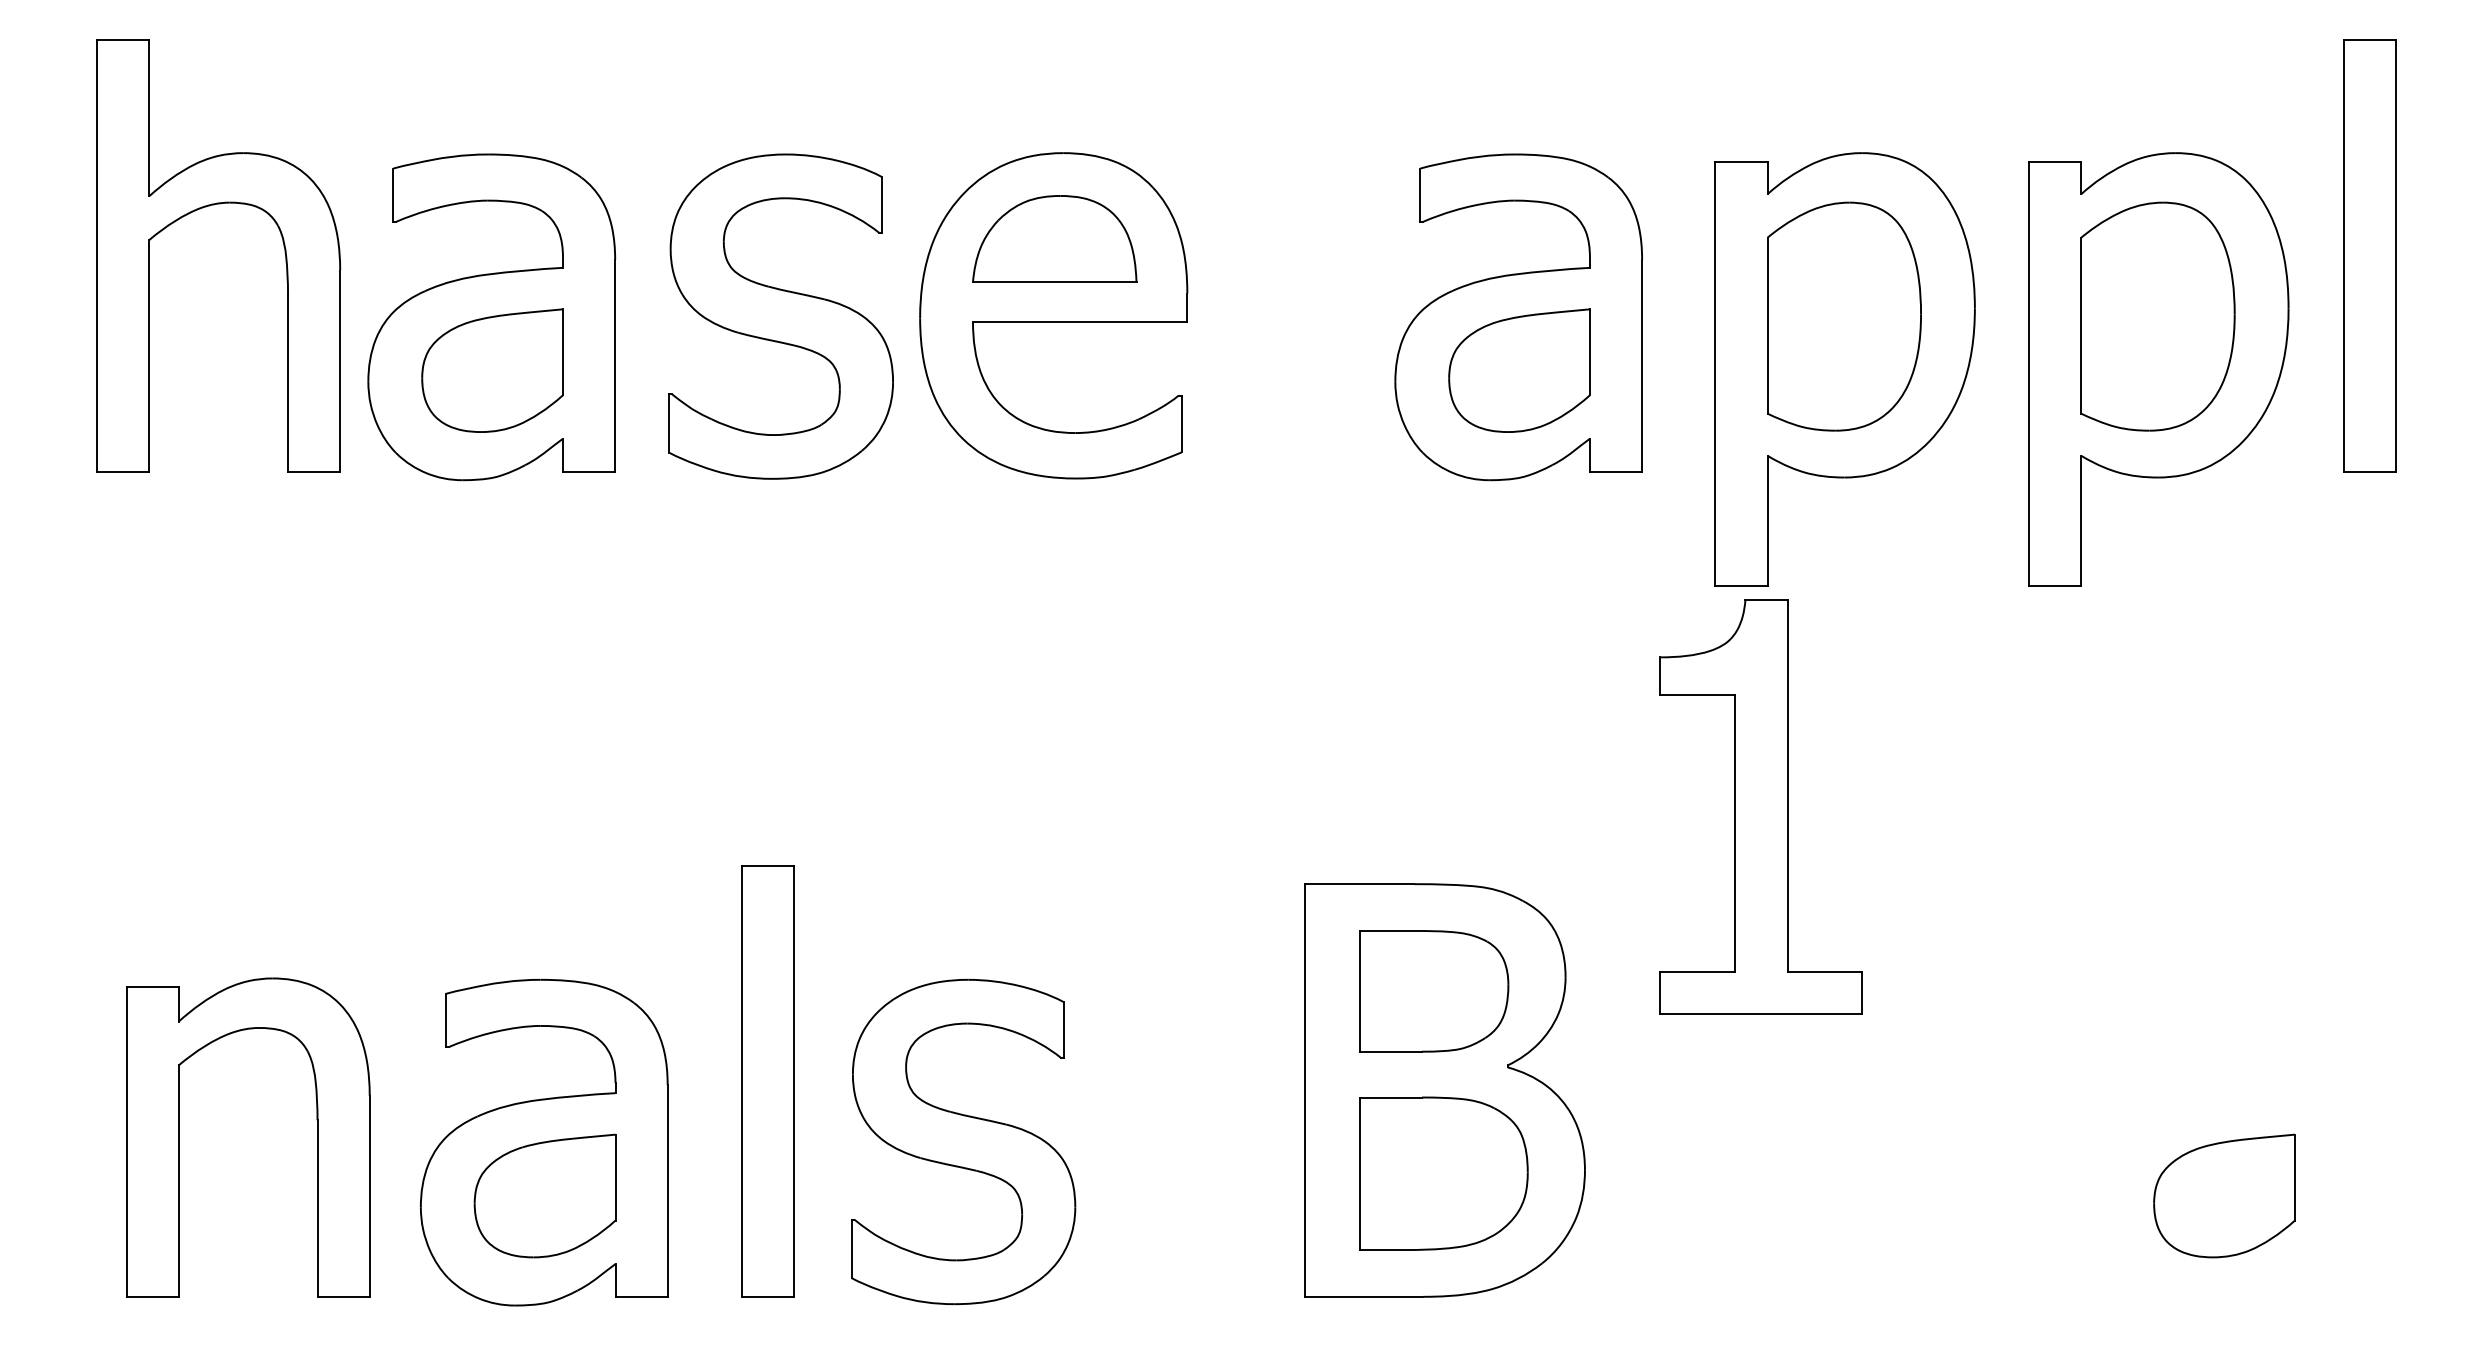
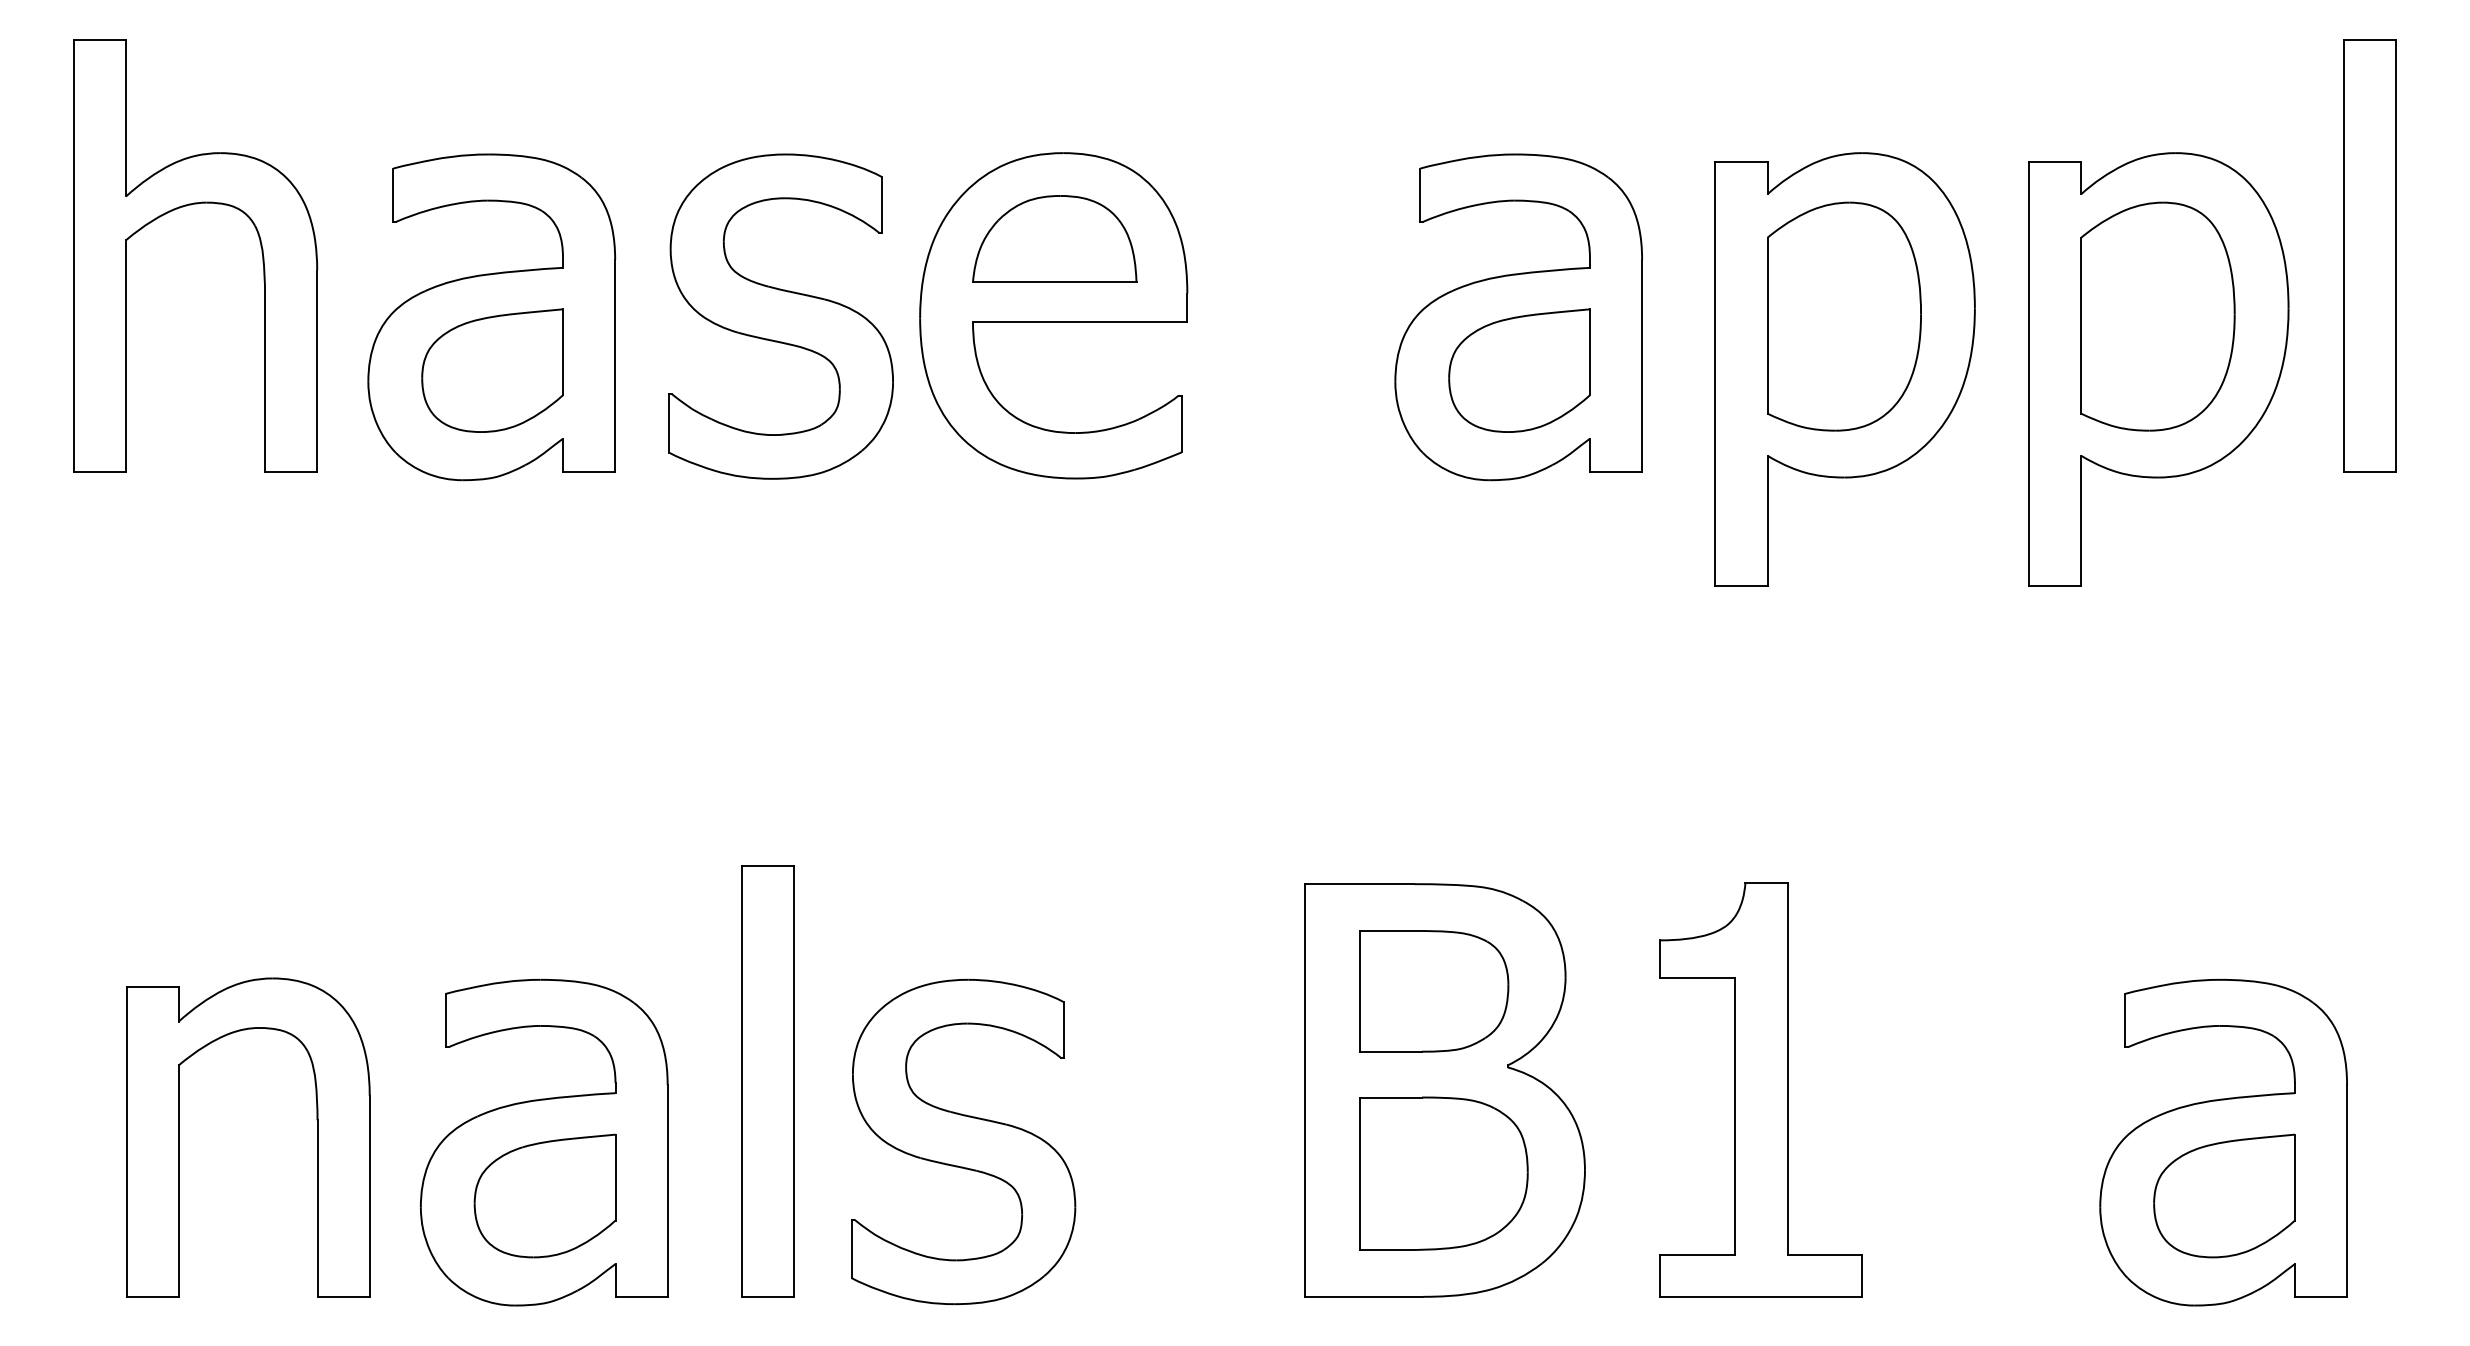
part at (203, 208) position: (203, 208) -> (180, 208)
part at (1760, 806) position: (1760, 806) -> (1760, 1089)
part at (2223, 1142): none -> present
